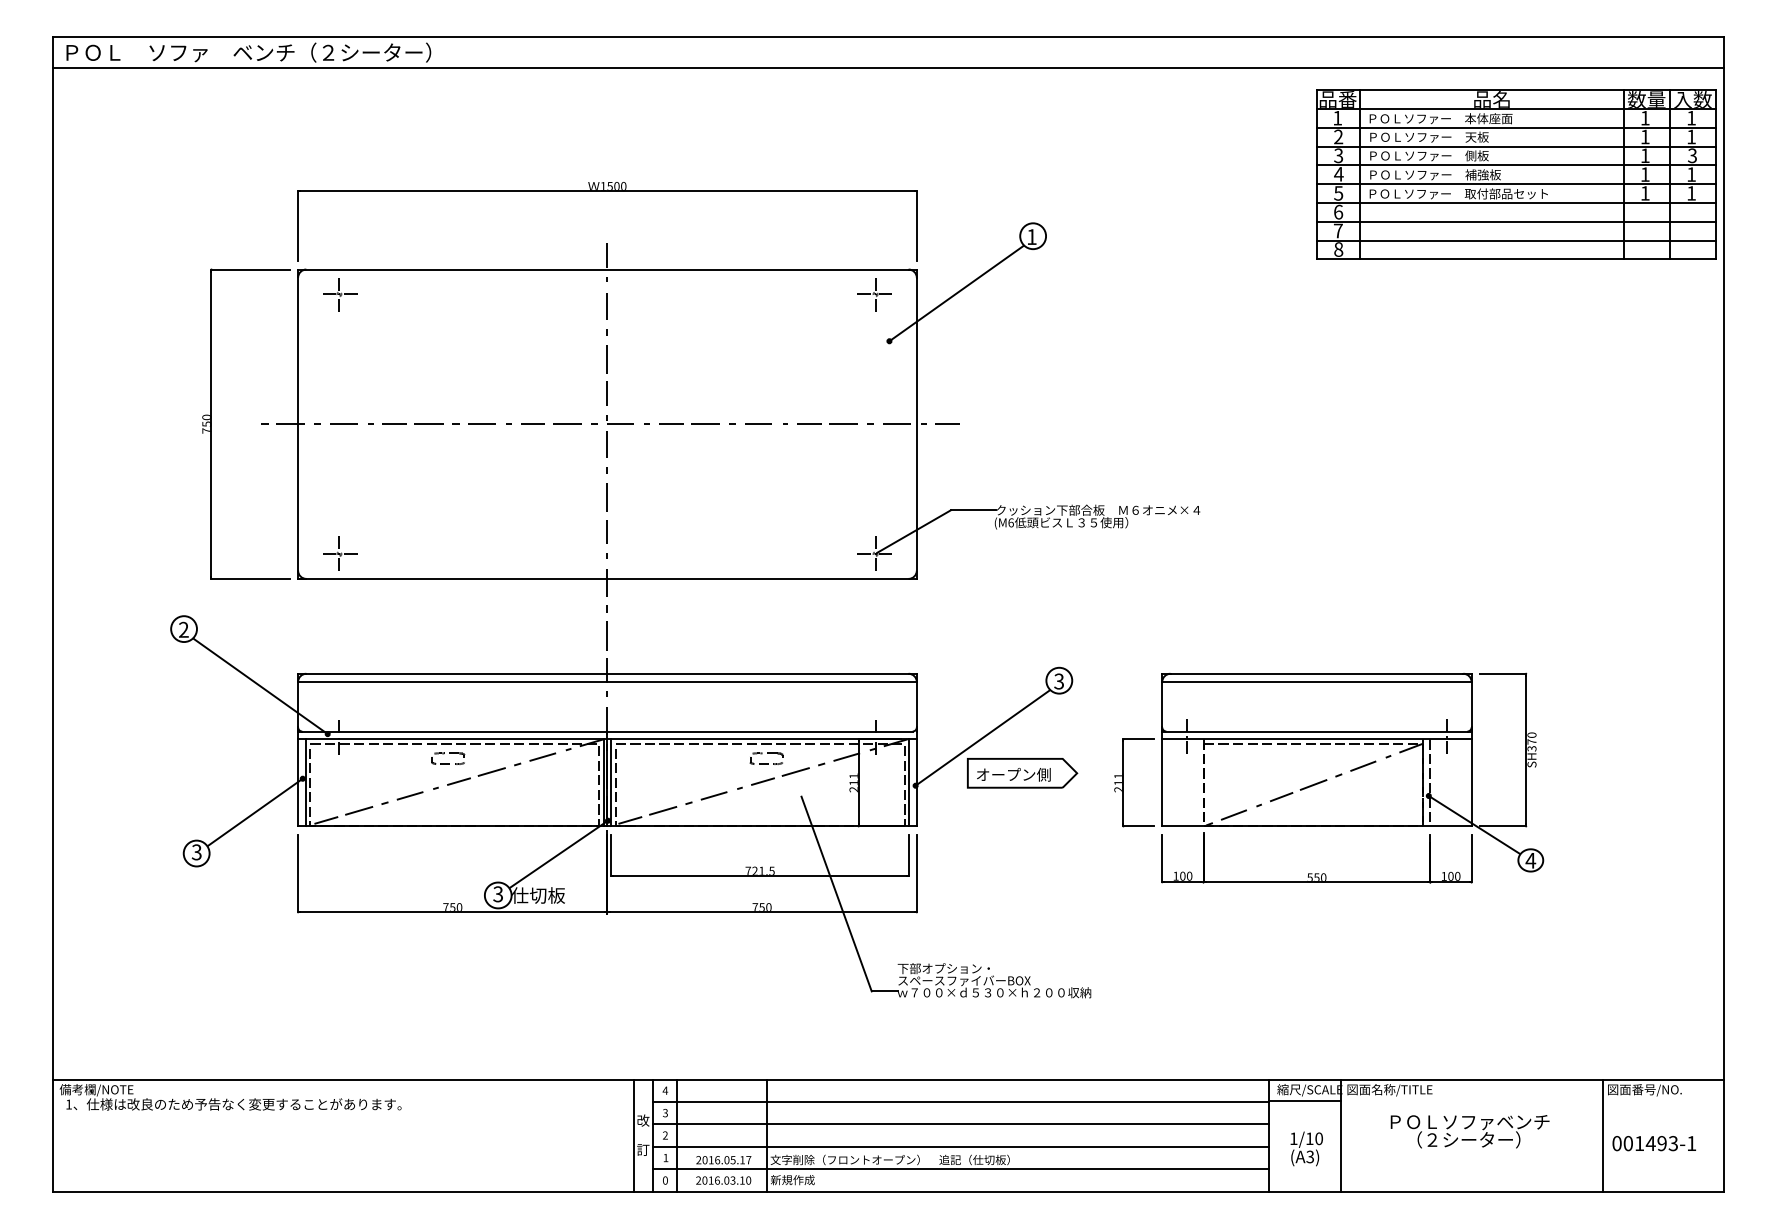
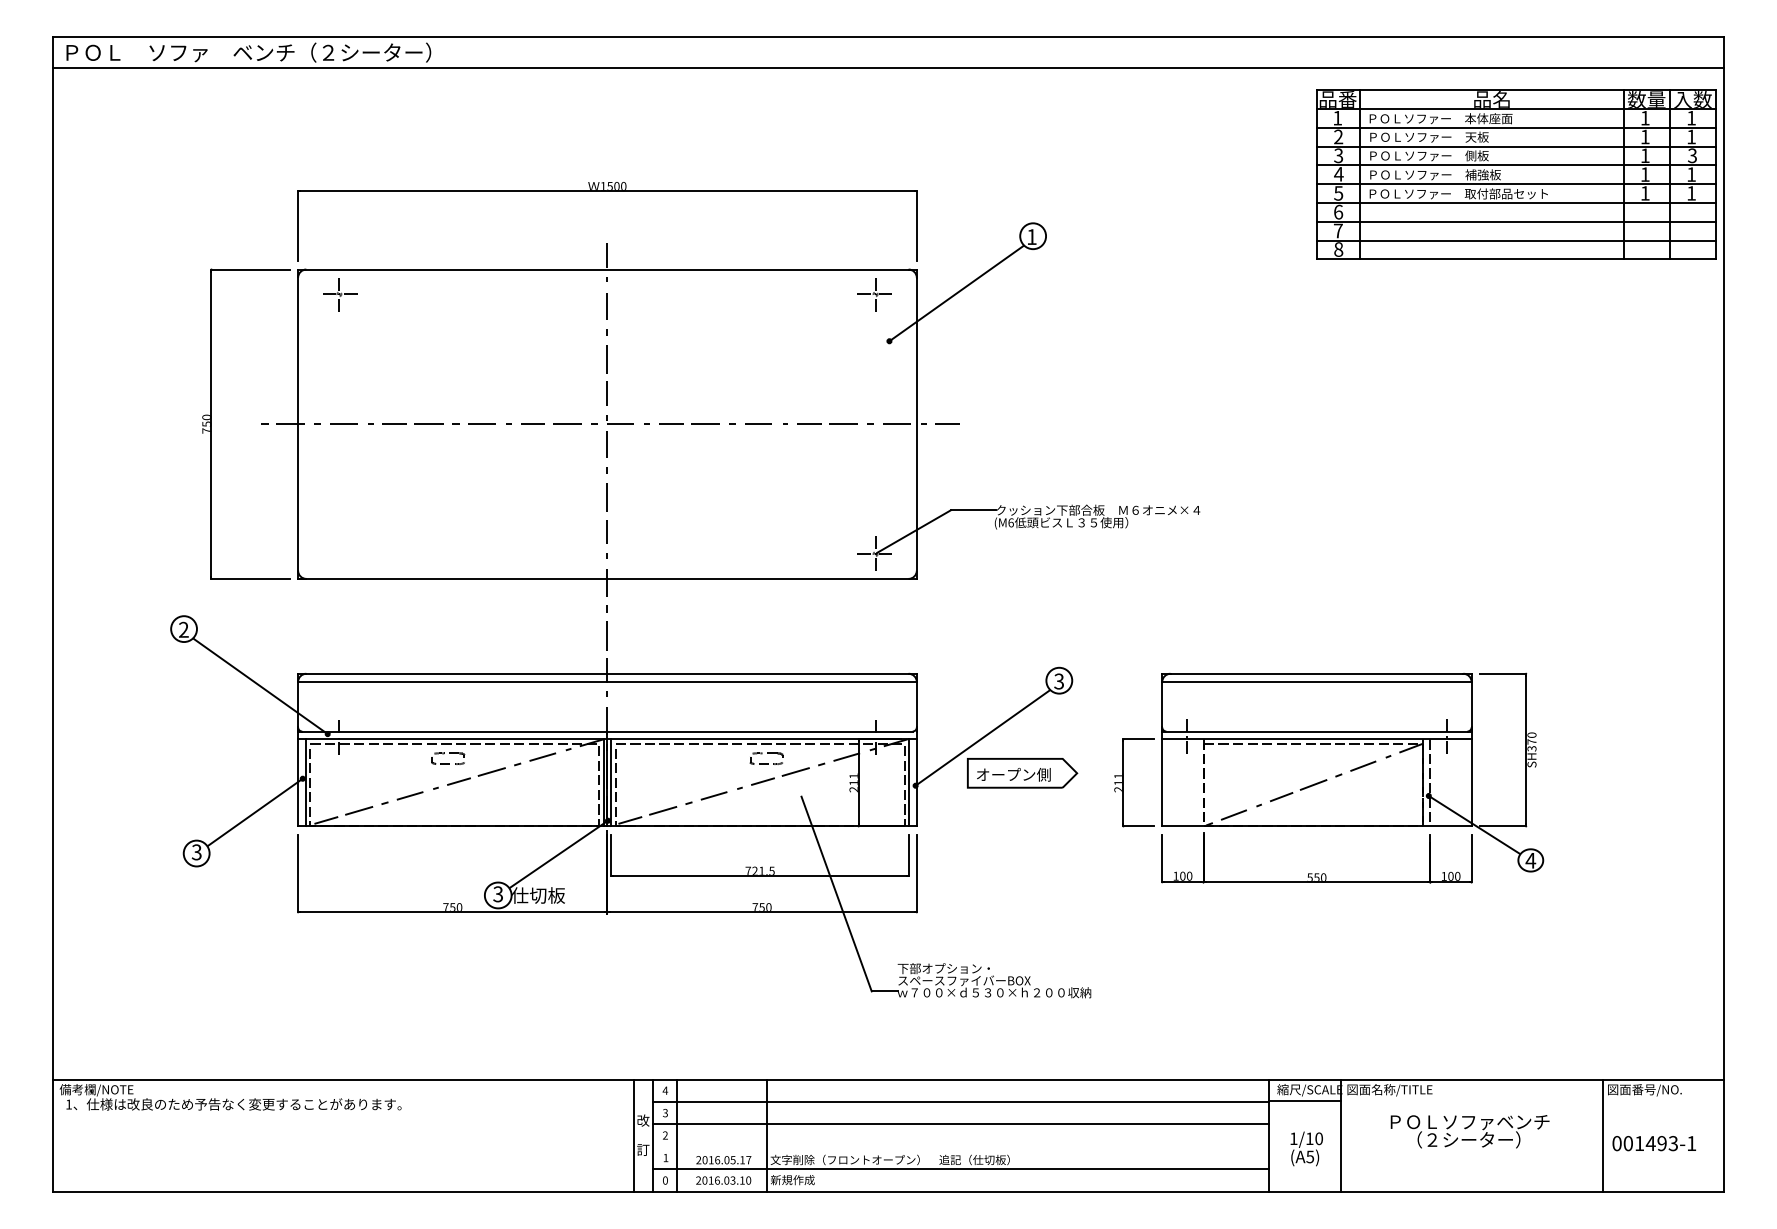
part at (340, 553): present -> none
line at (960, 1146): present -> none
text at (1309, 1156): (A3) -> (A5)
